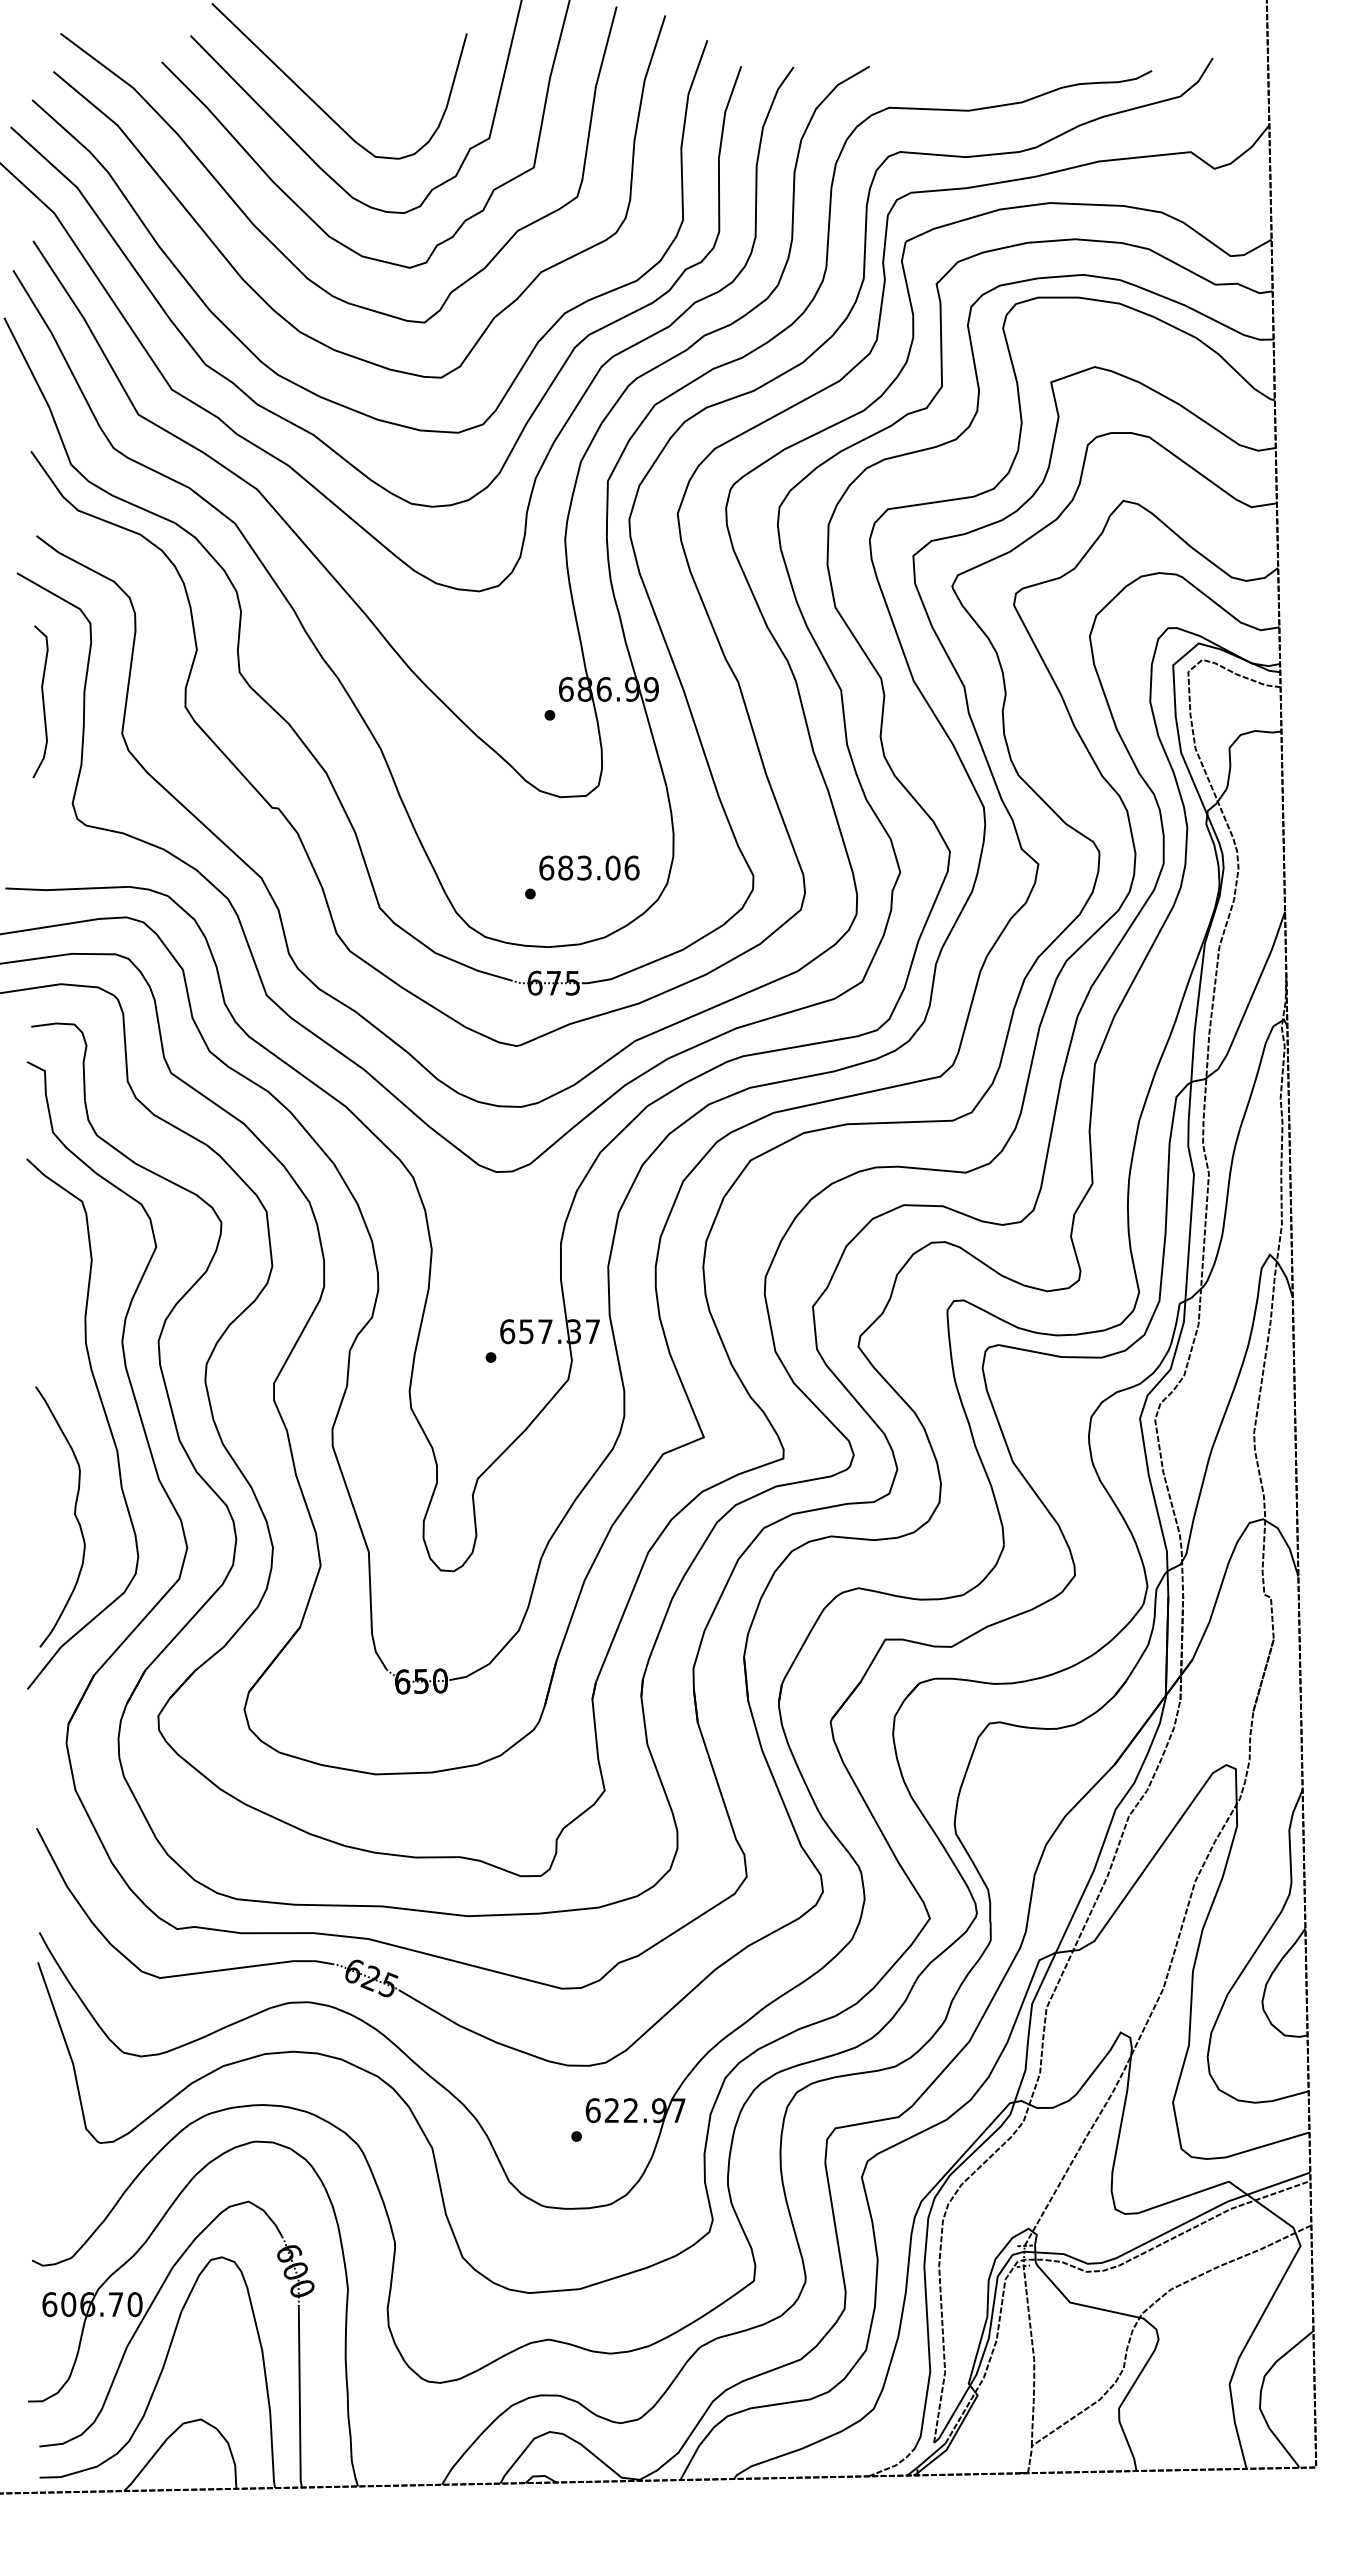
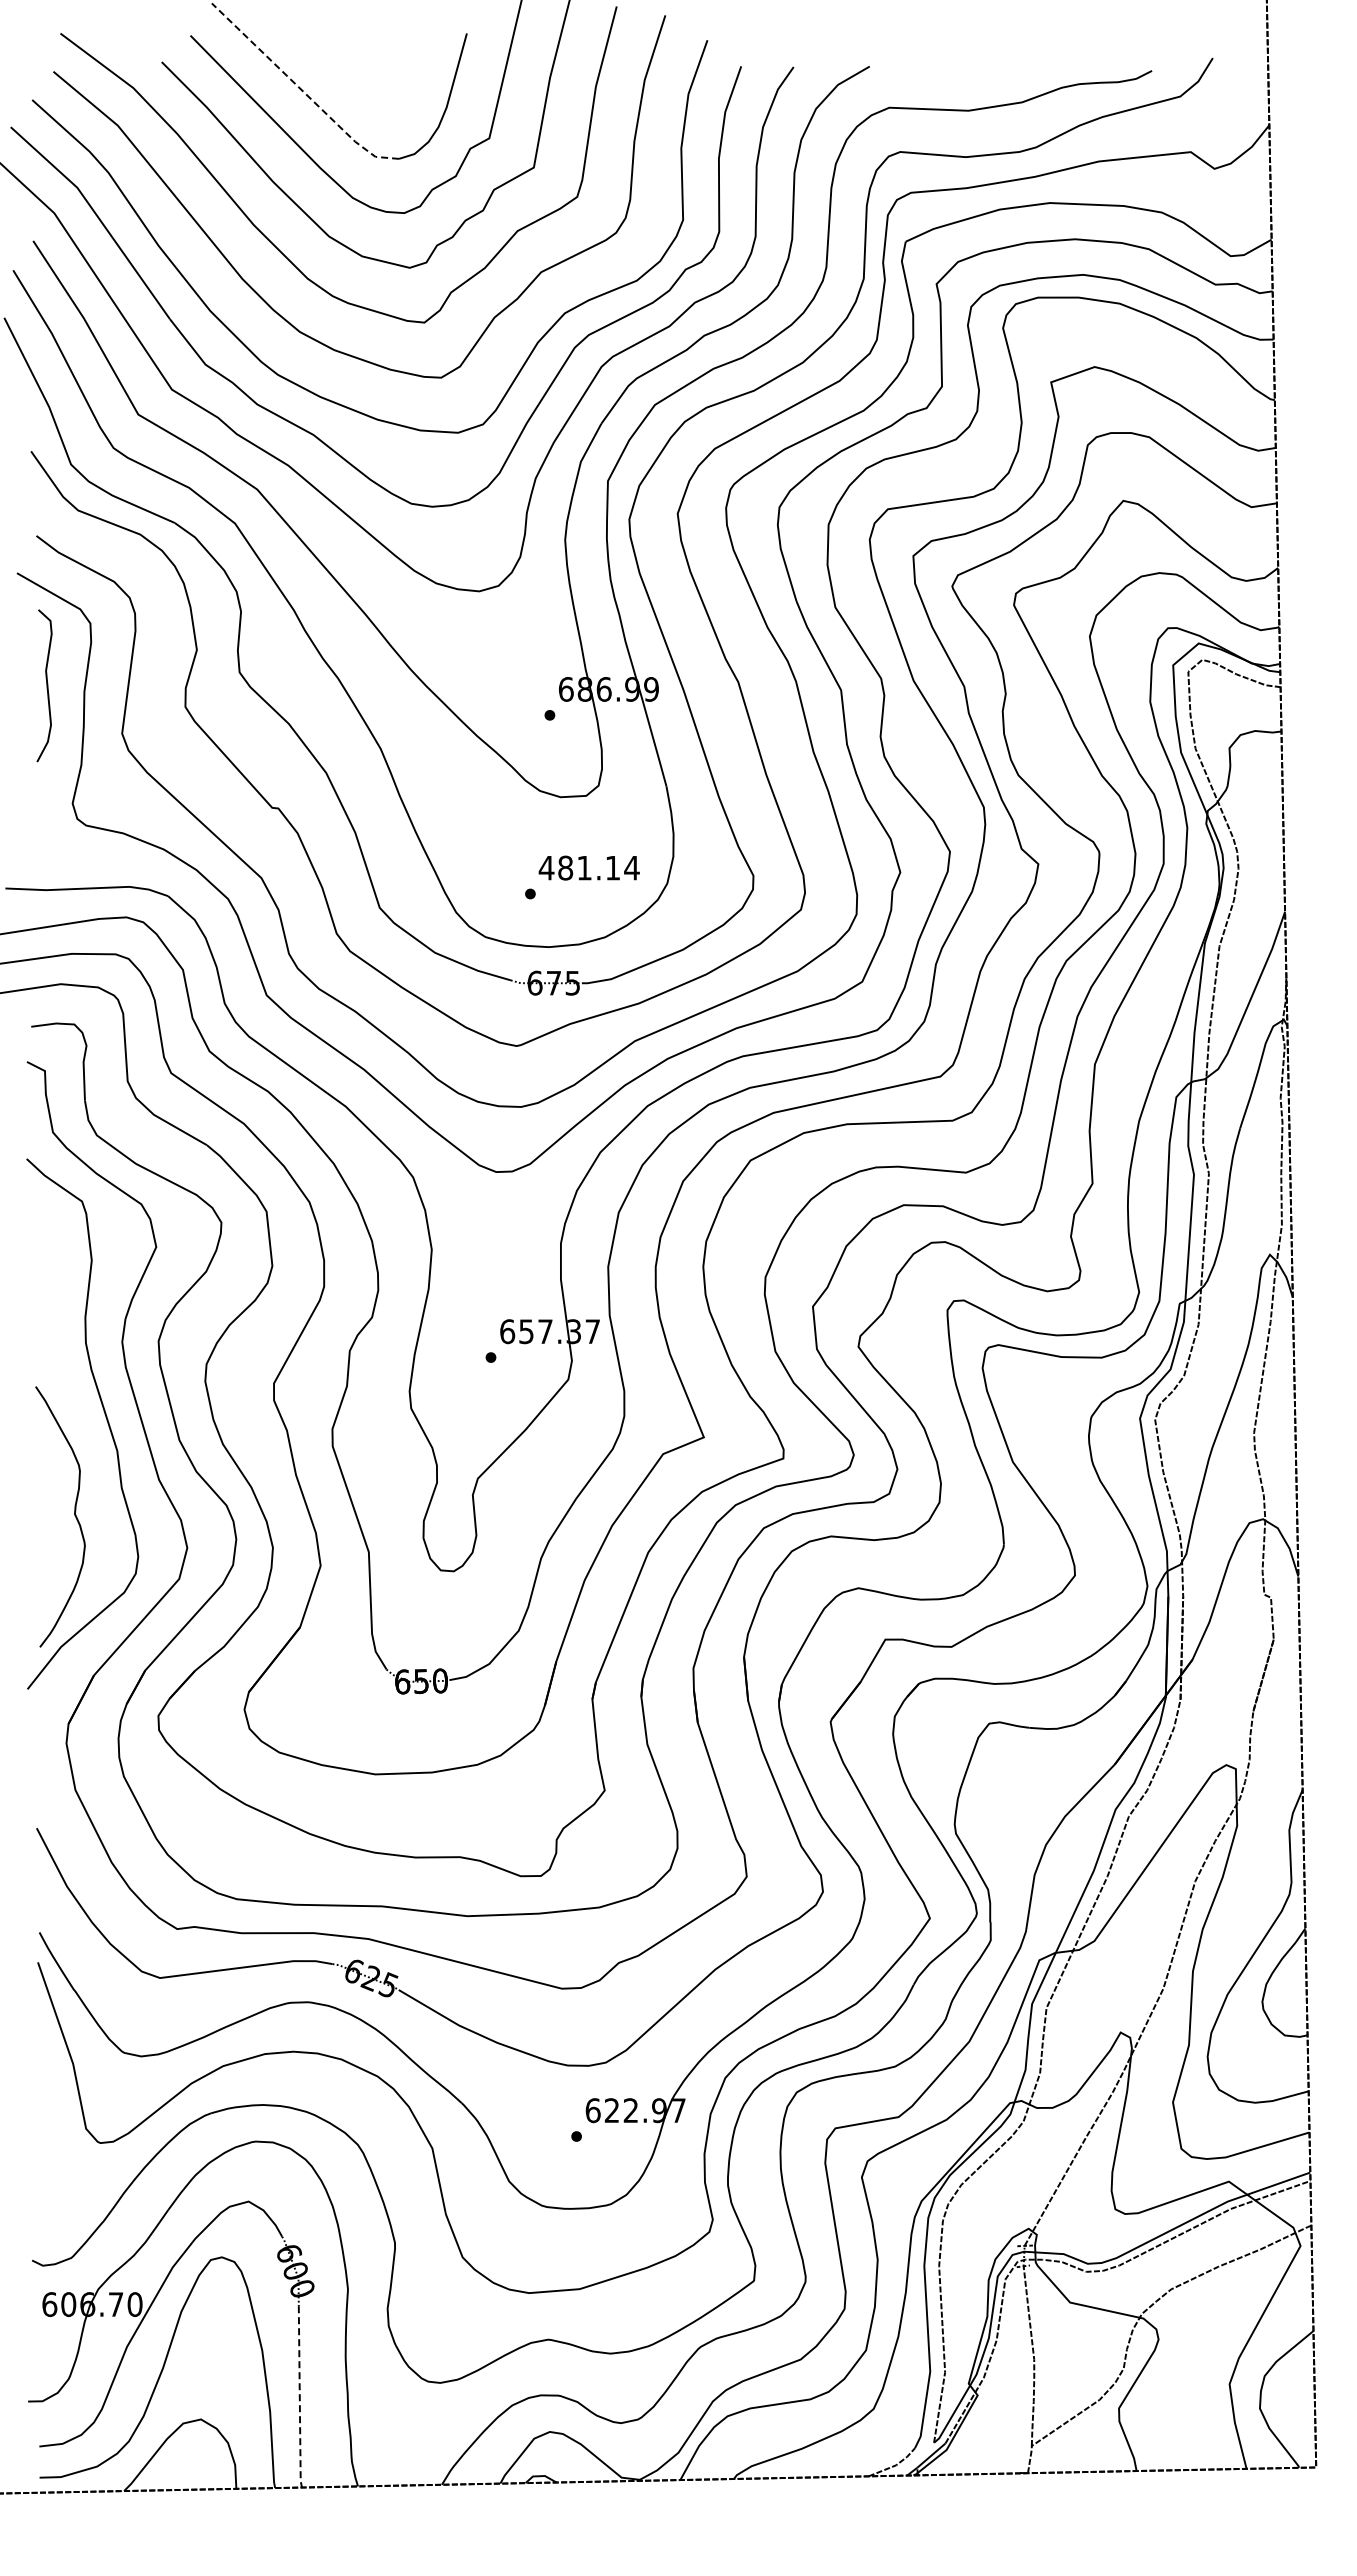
line at (302, 90): solid -> dashed
curve at (42, 701) position: (42, 701) -> (46, 685)
text at (588, 867): 683.06 -> 481.14
line at (299, 2397): solid -> dashed
